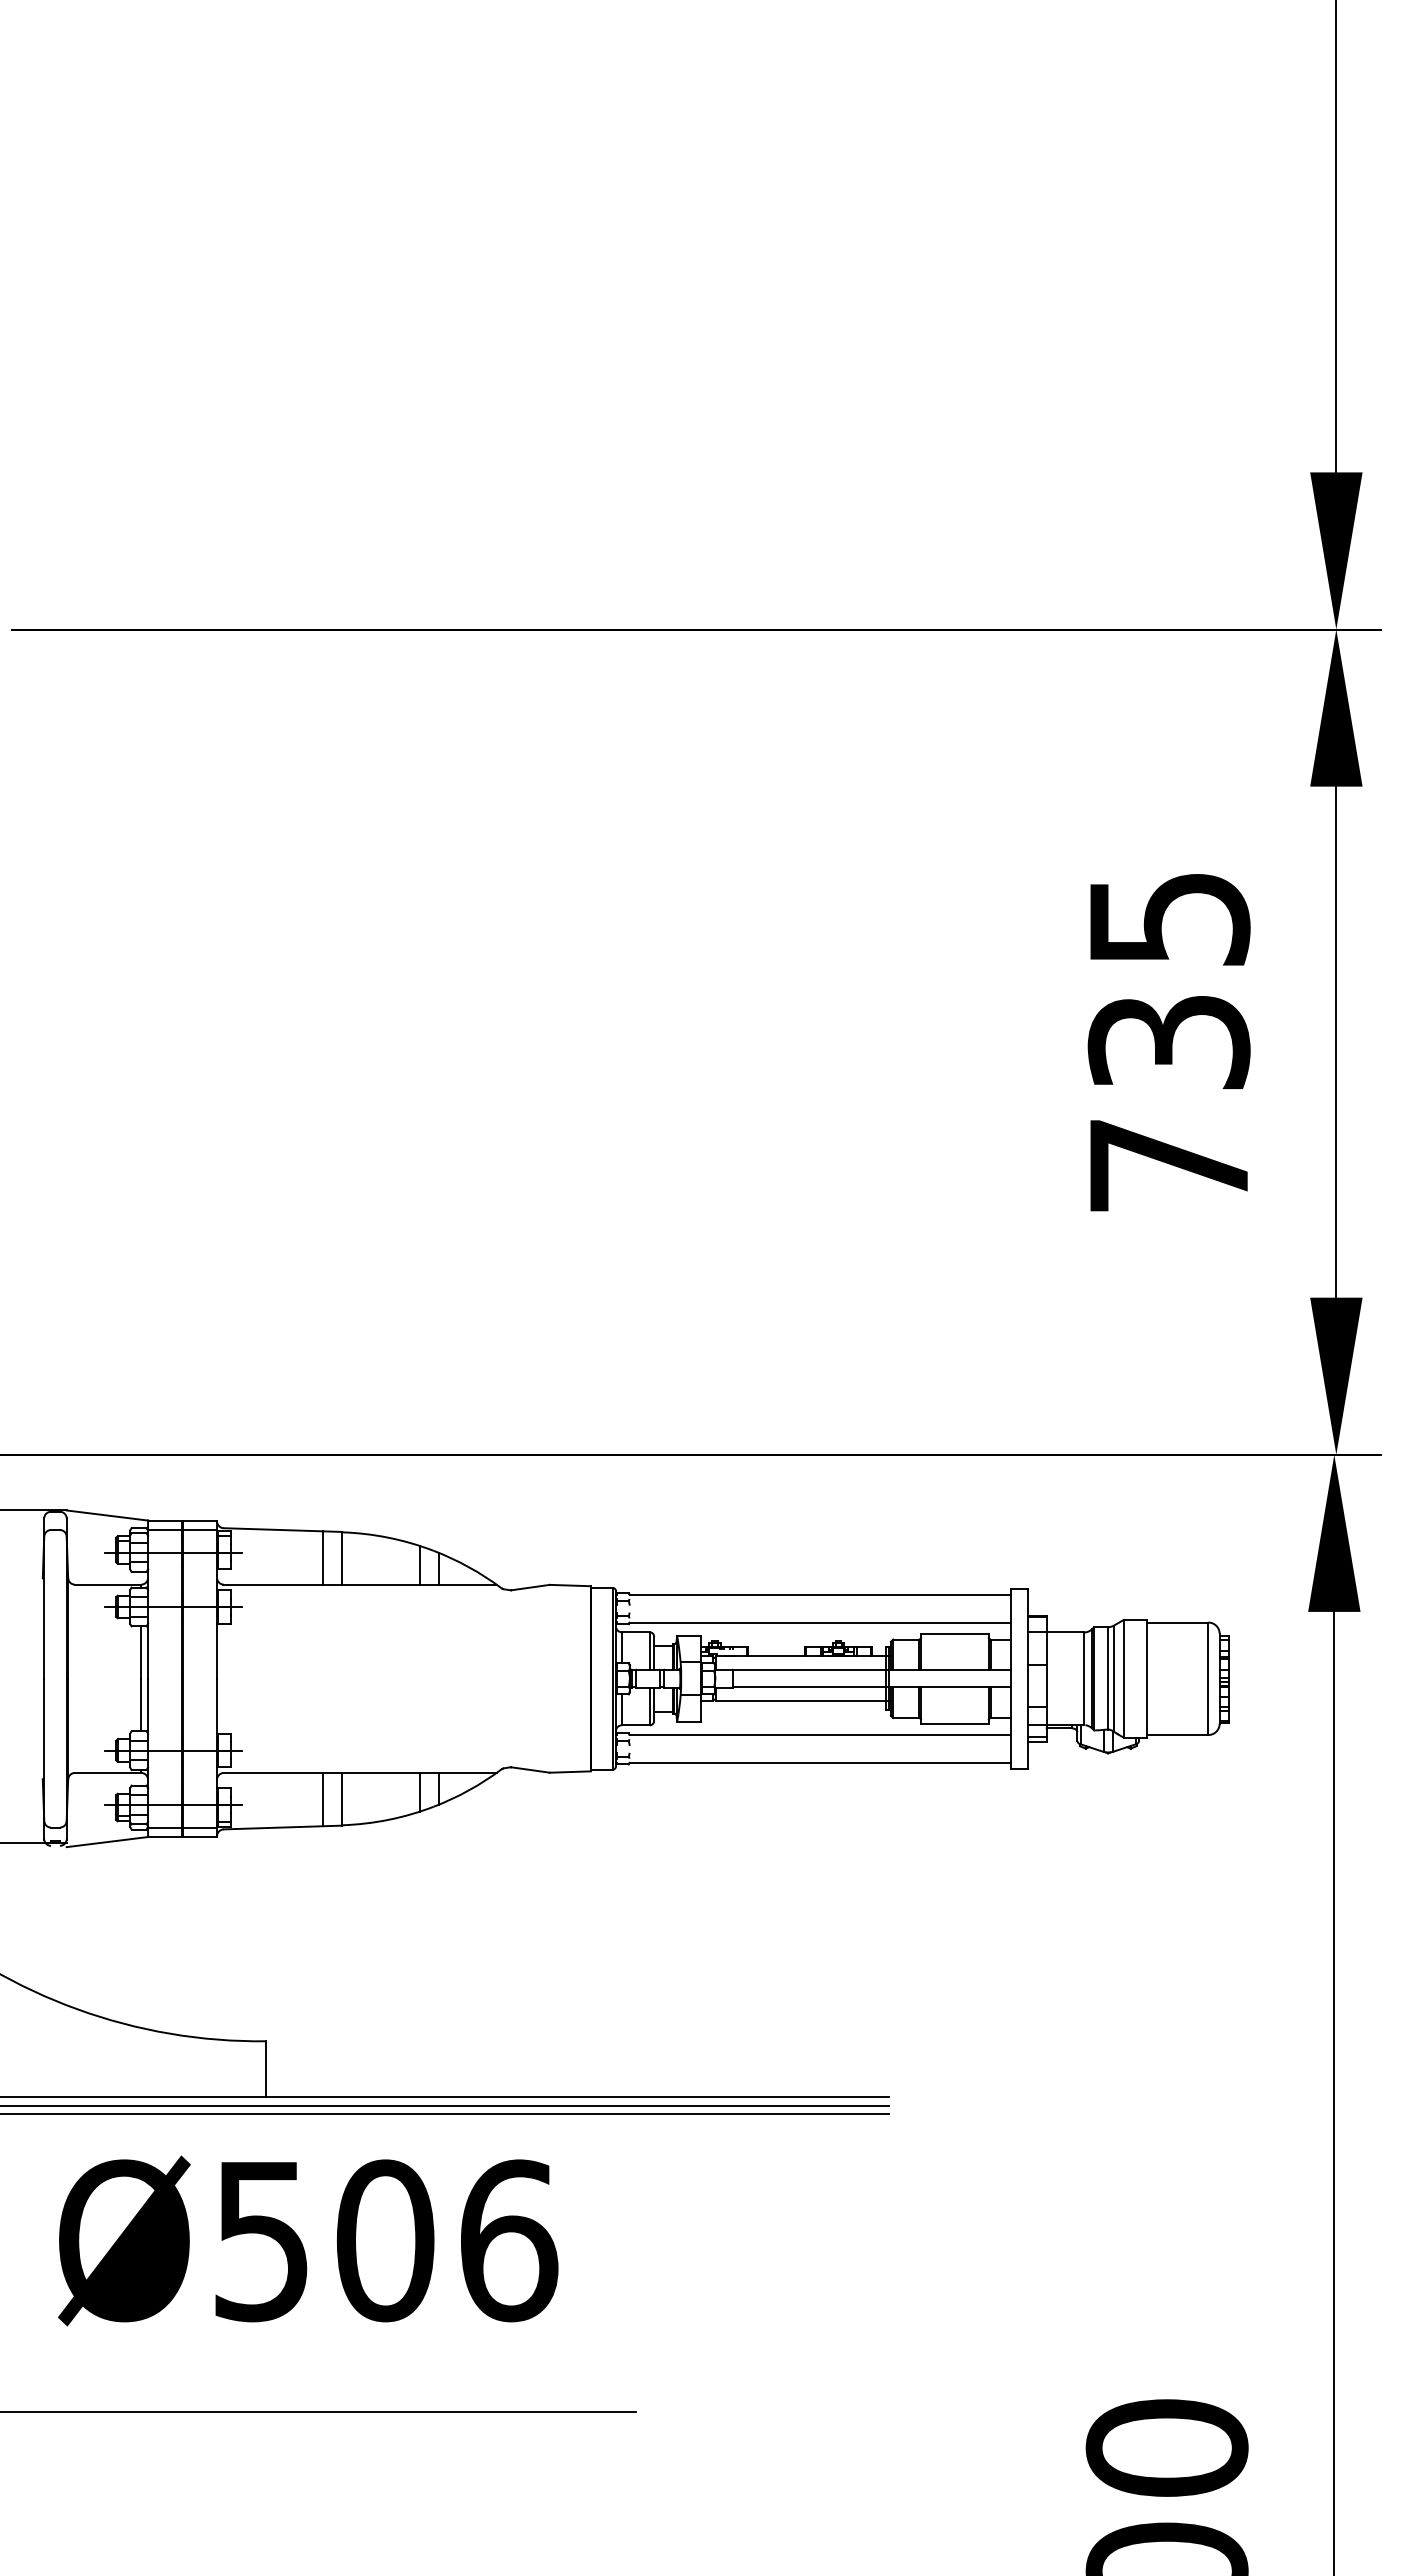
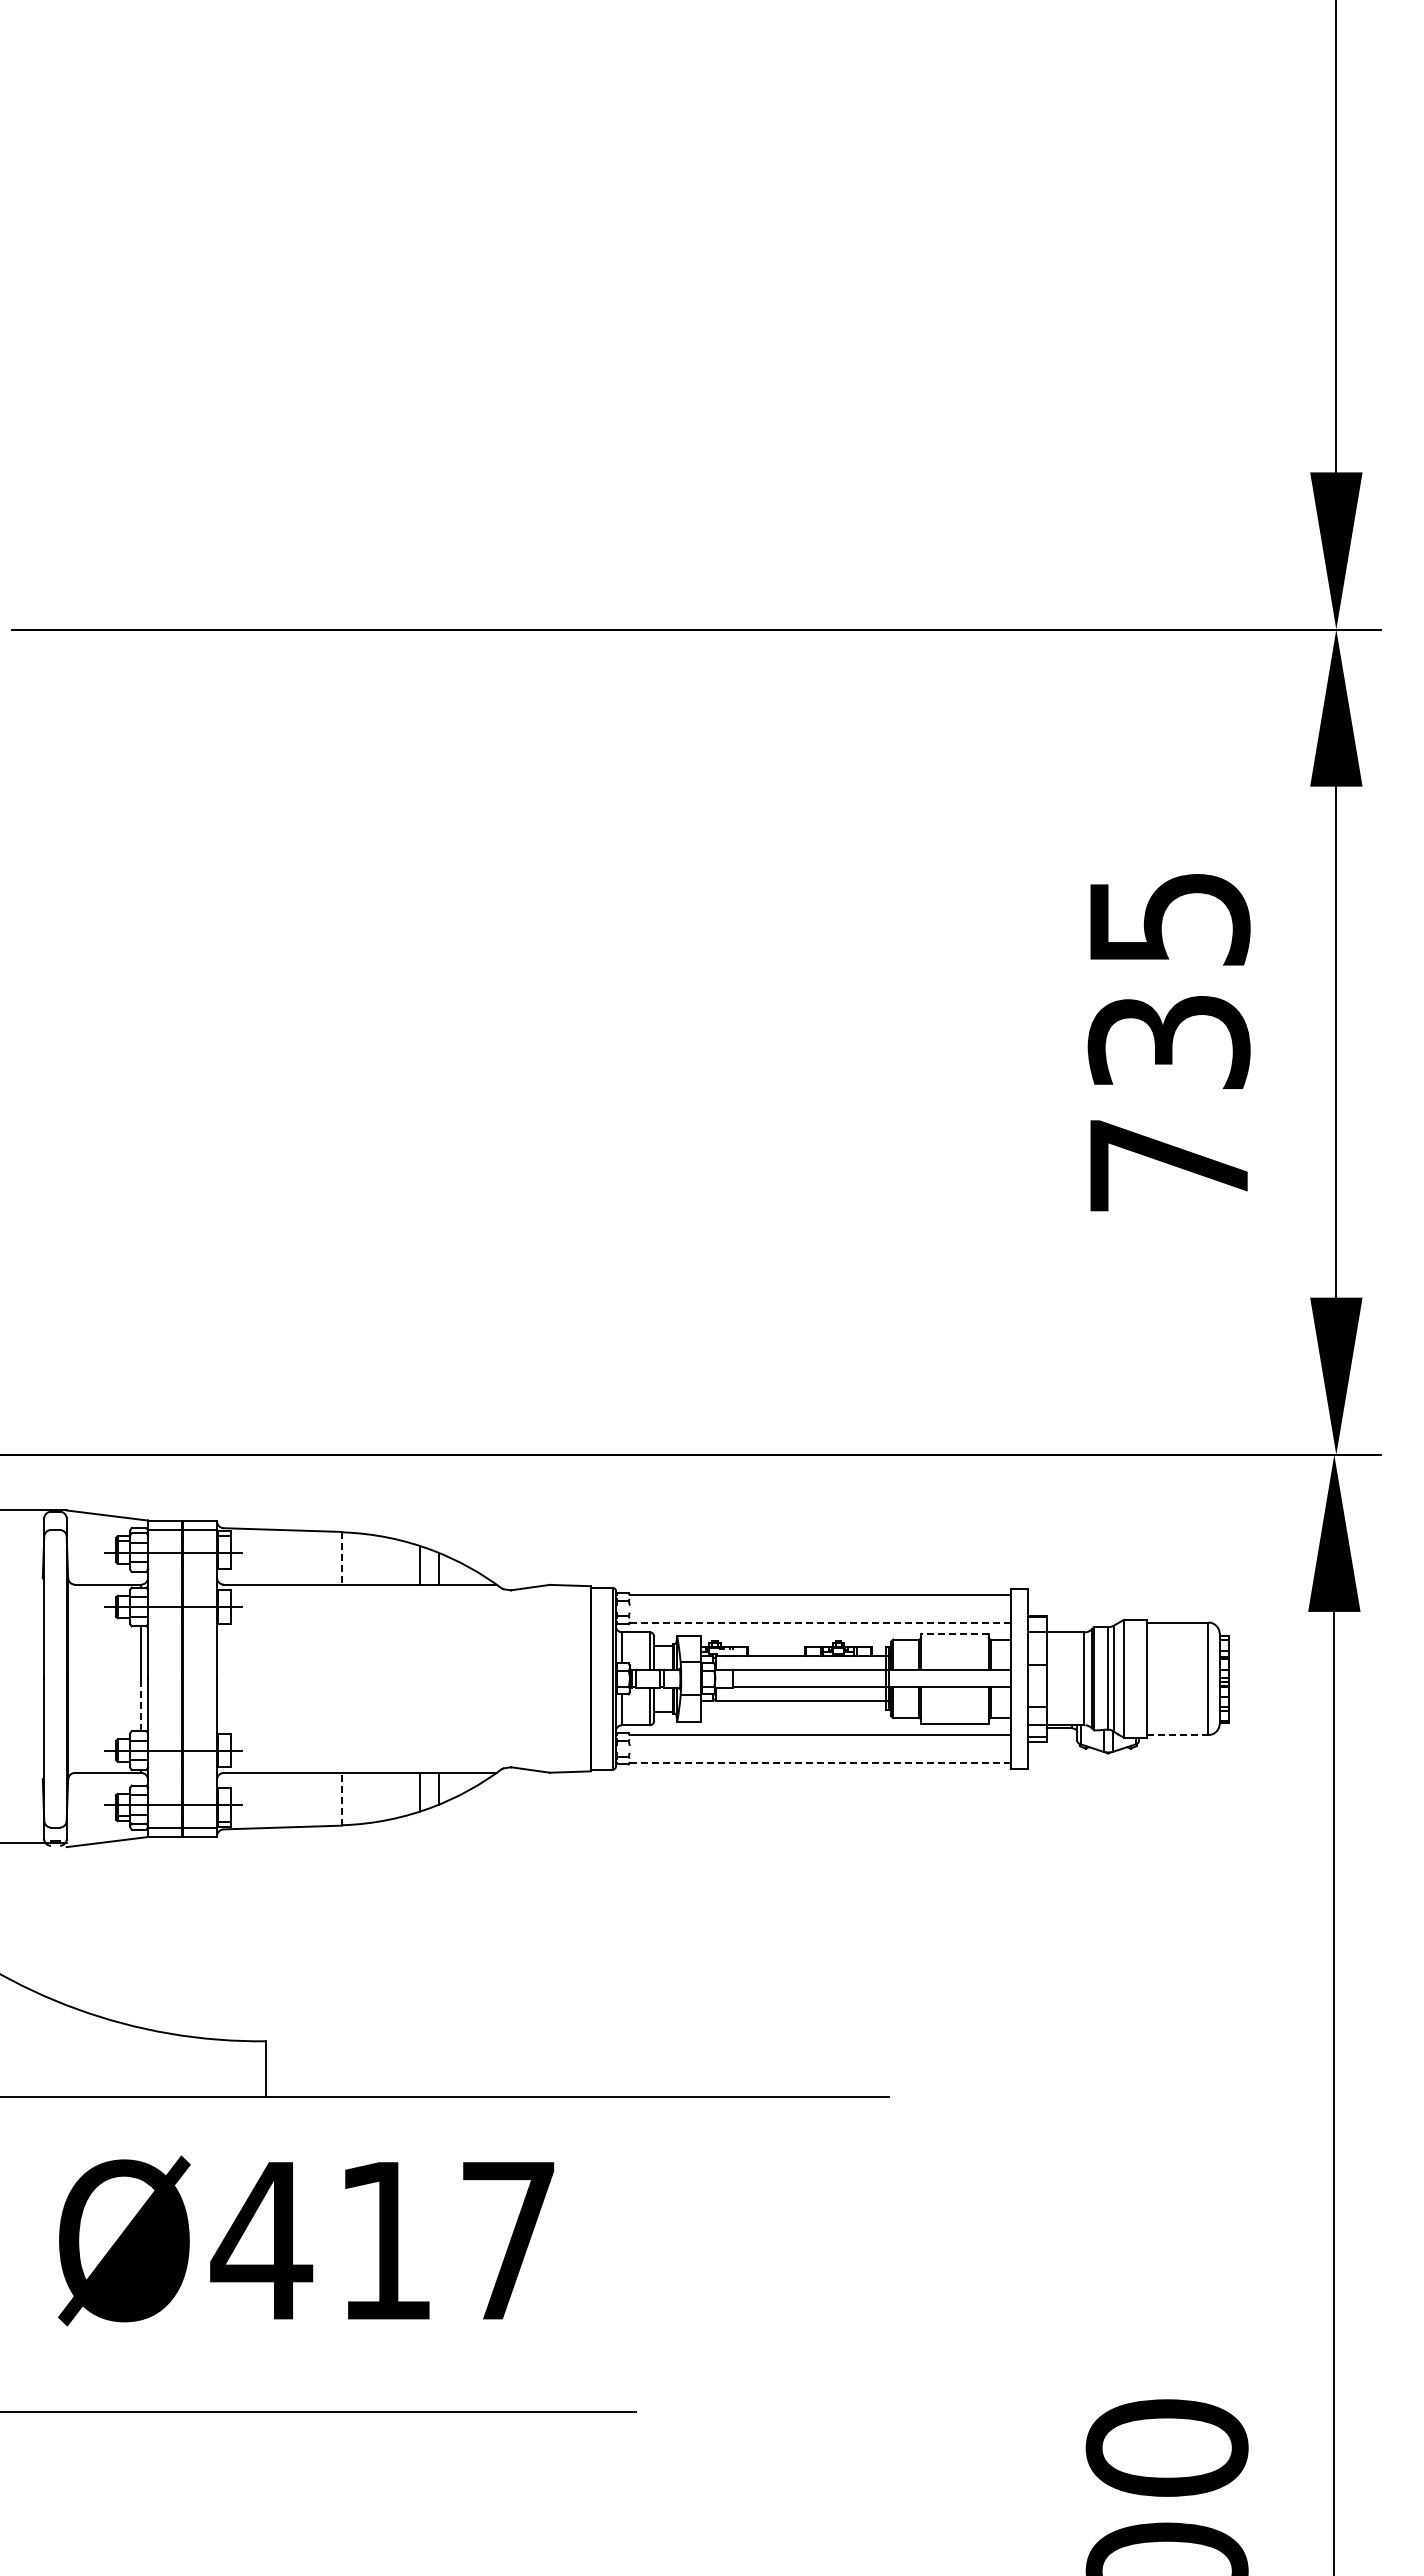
line at (323, 1557): present -> none
line at (342, 1558): solid -> dashed
line at (820, 1622): solid -> dashed
line at (954, 1633): solid -> dashed
line at (141, 1704): solid -> dashed
line at (1177, 1735): solid -> dashed
line at (820, 1762): solid -> dashed
line at (342, 1798): solid -> dashed
line at (323, 1799): present -> none
line at (445, 2105): present -> none
line at (445, 2114): present -> none
text at (384, 2240): Ø506 -> Ø417
